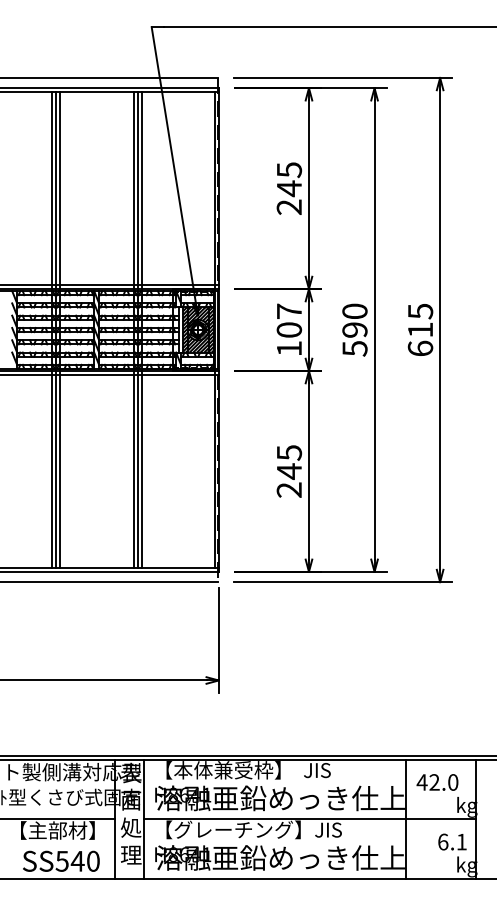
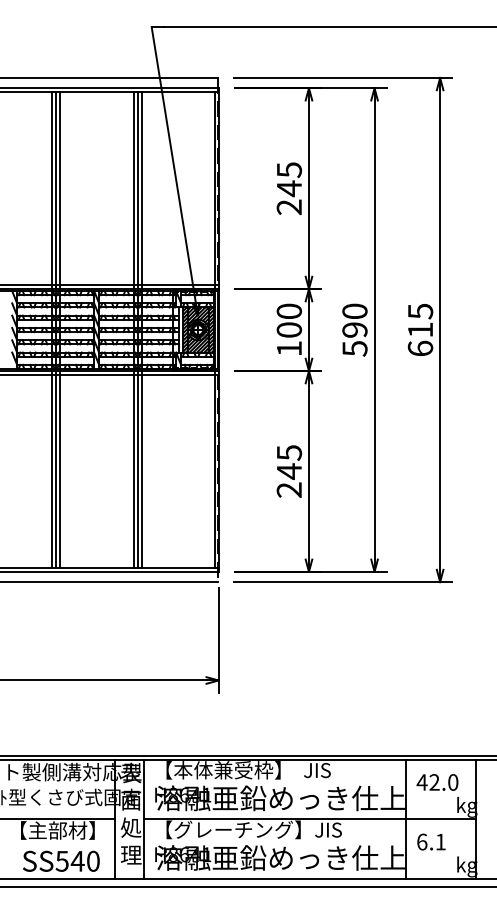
text at (289, 310): 107 -> 100
text at (452, 841) position: (452, 841) -> (431, 841)
line at (247, 887): none -> present
